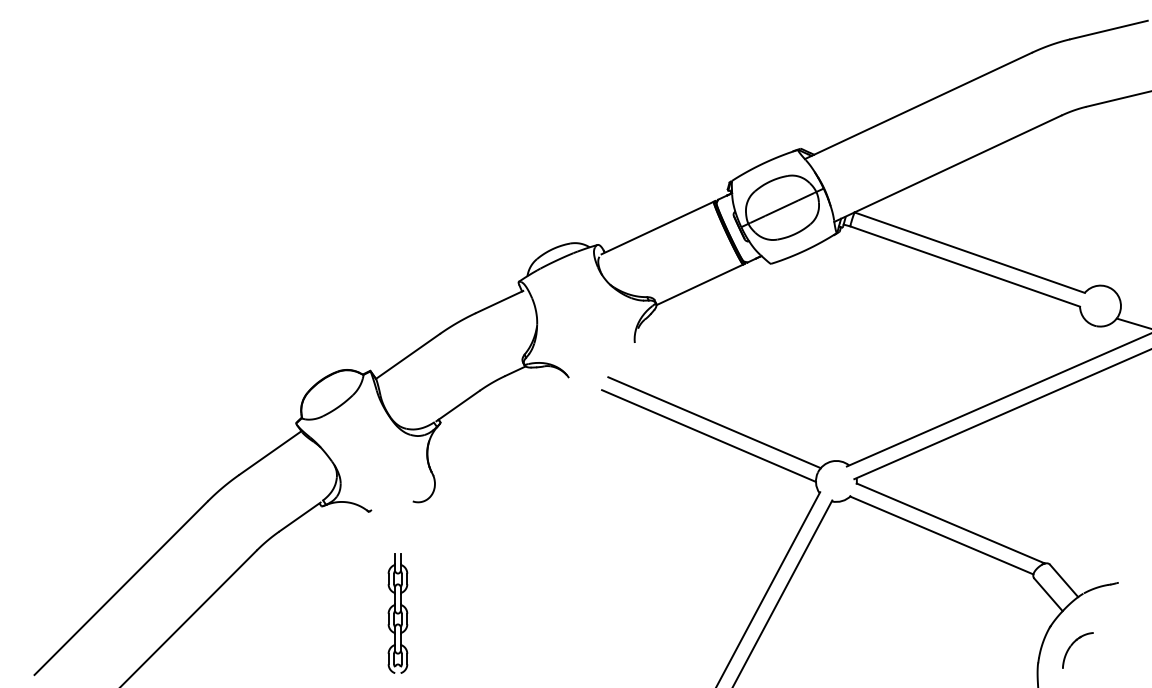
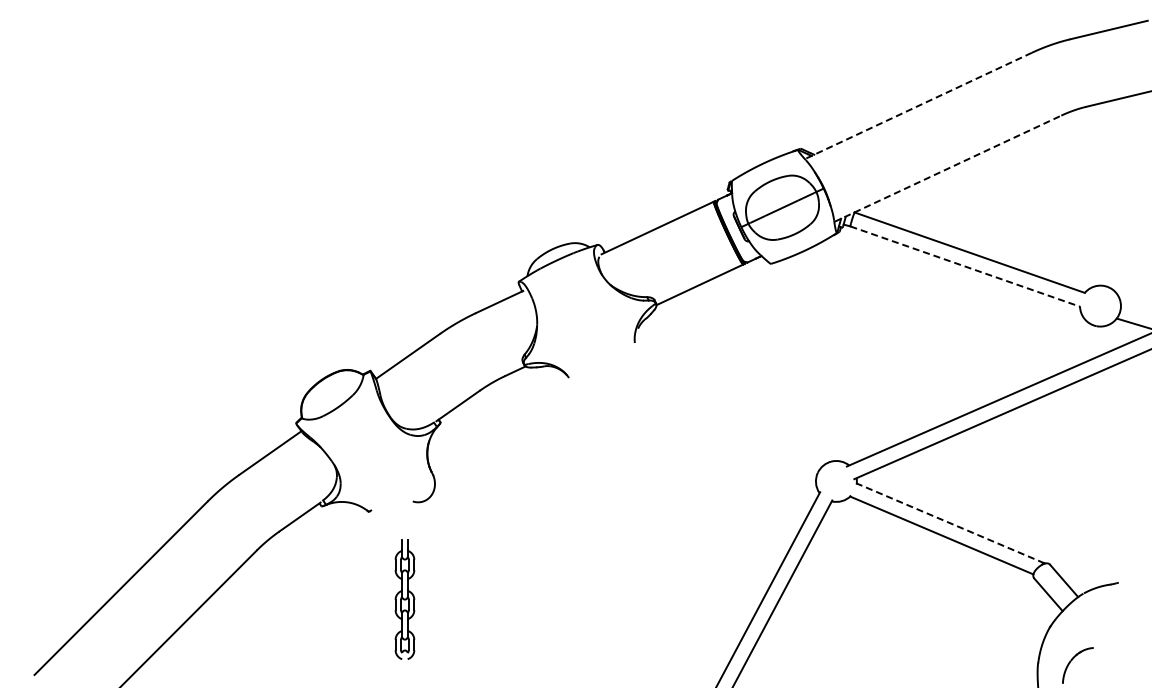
line at (917, 106): solid -> dashed
line at (948, 168): solid -> dashed
line at (965, 266): solid -> dashed
line at (714, 422): present -> none
line at (708, 435): present -> none
line at (950, 523): solid -> dashed
part at (397, 613) position: (397, 613) -> (404, 599)
part at (1072, 645) position: (1072, 645) -> (1072, 660)
